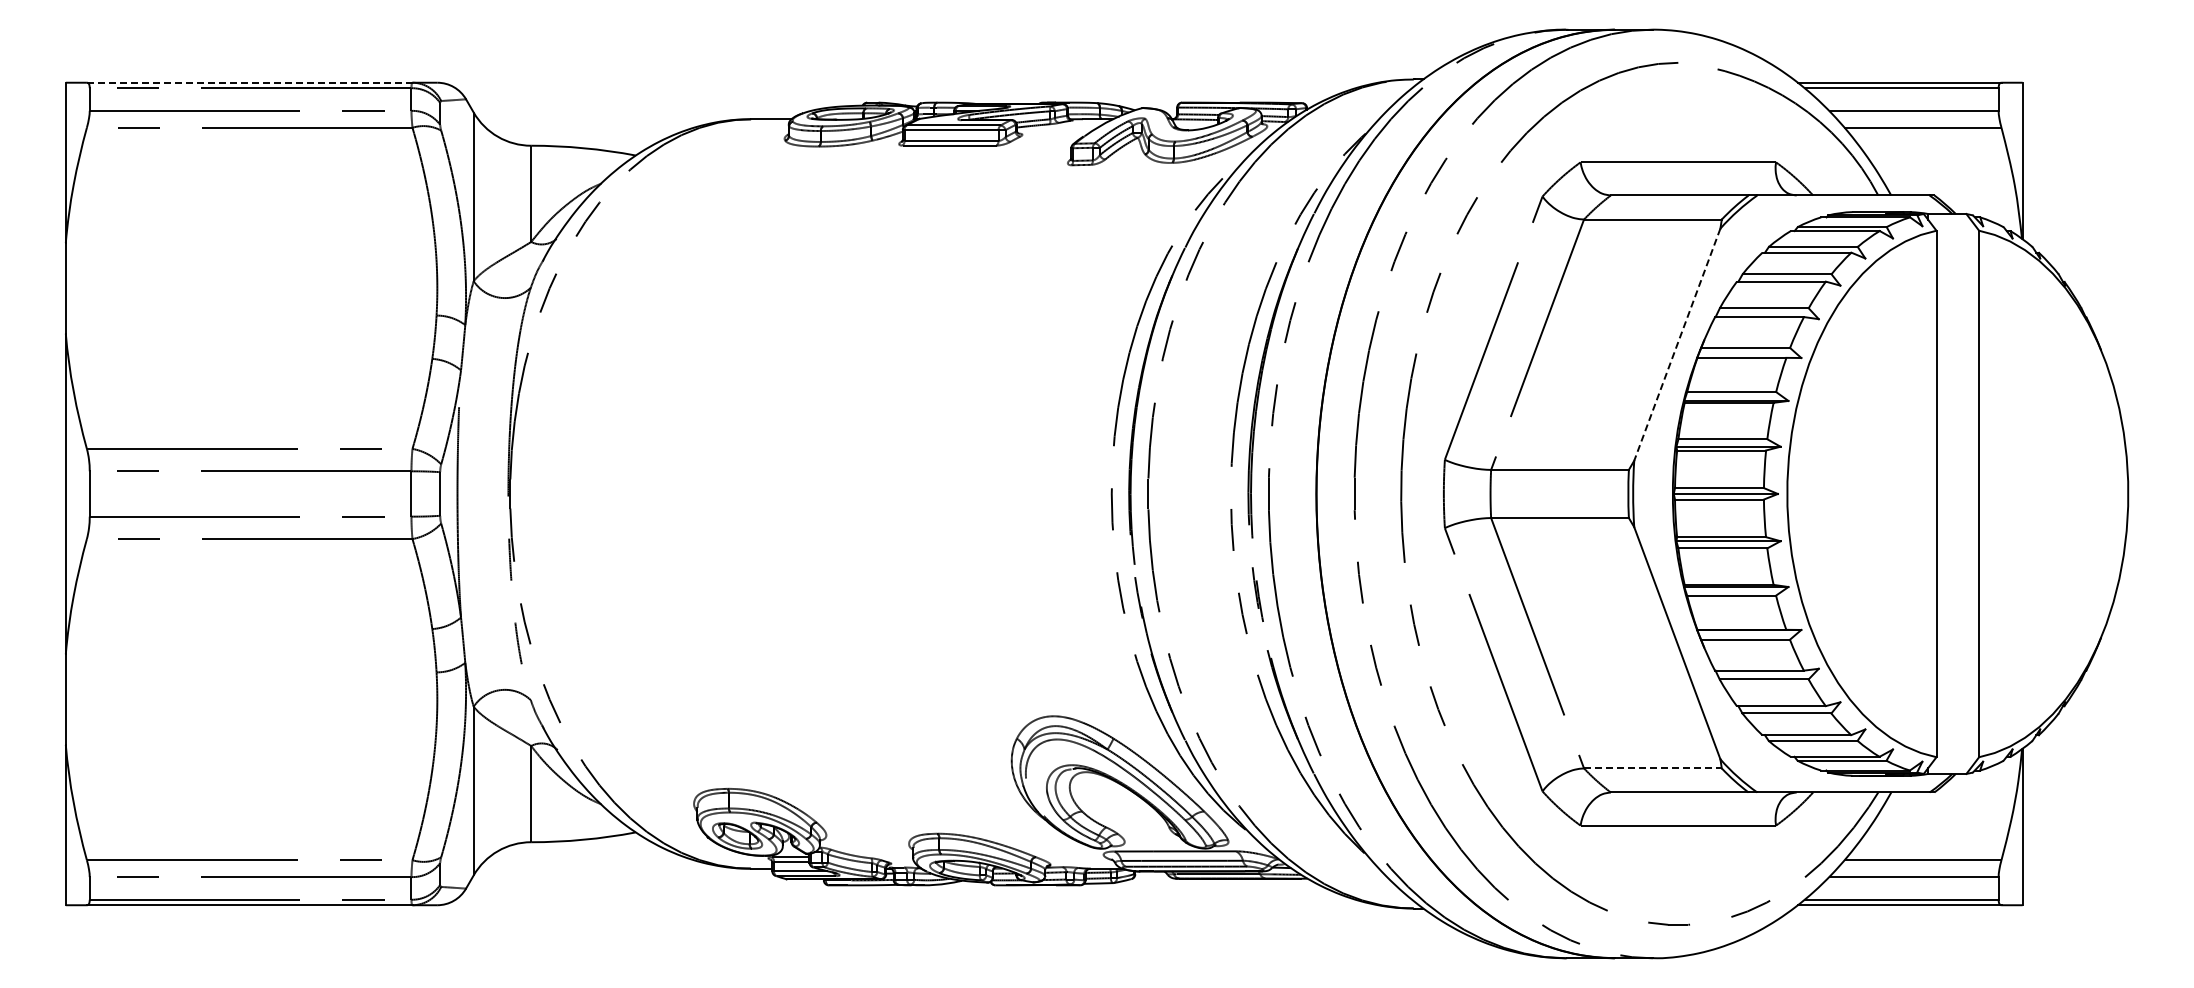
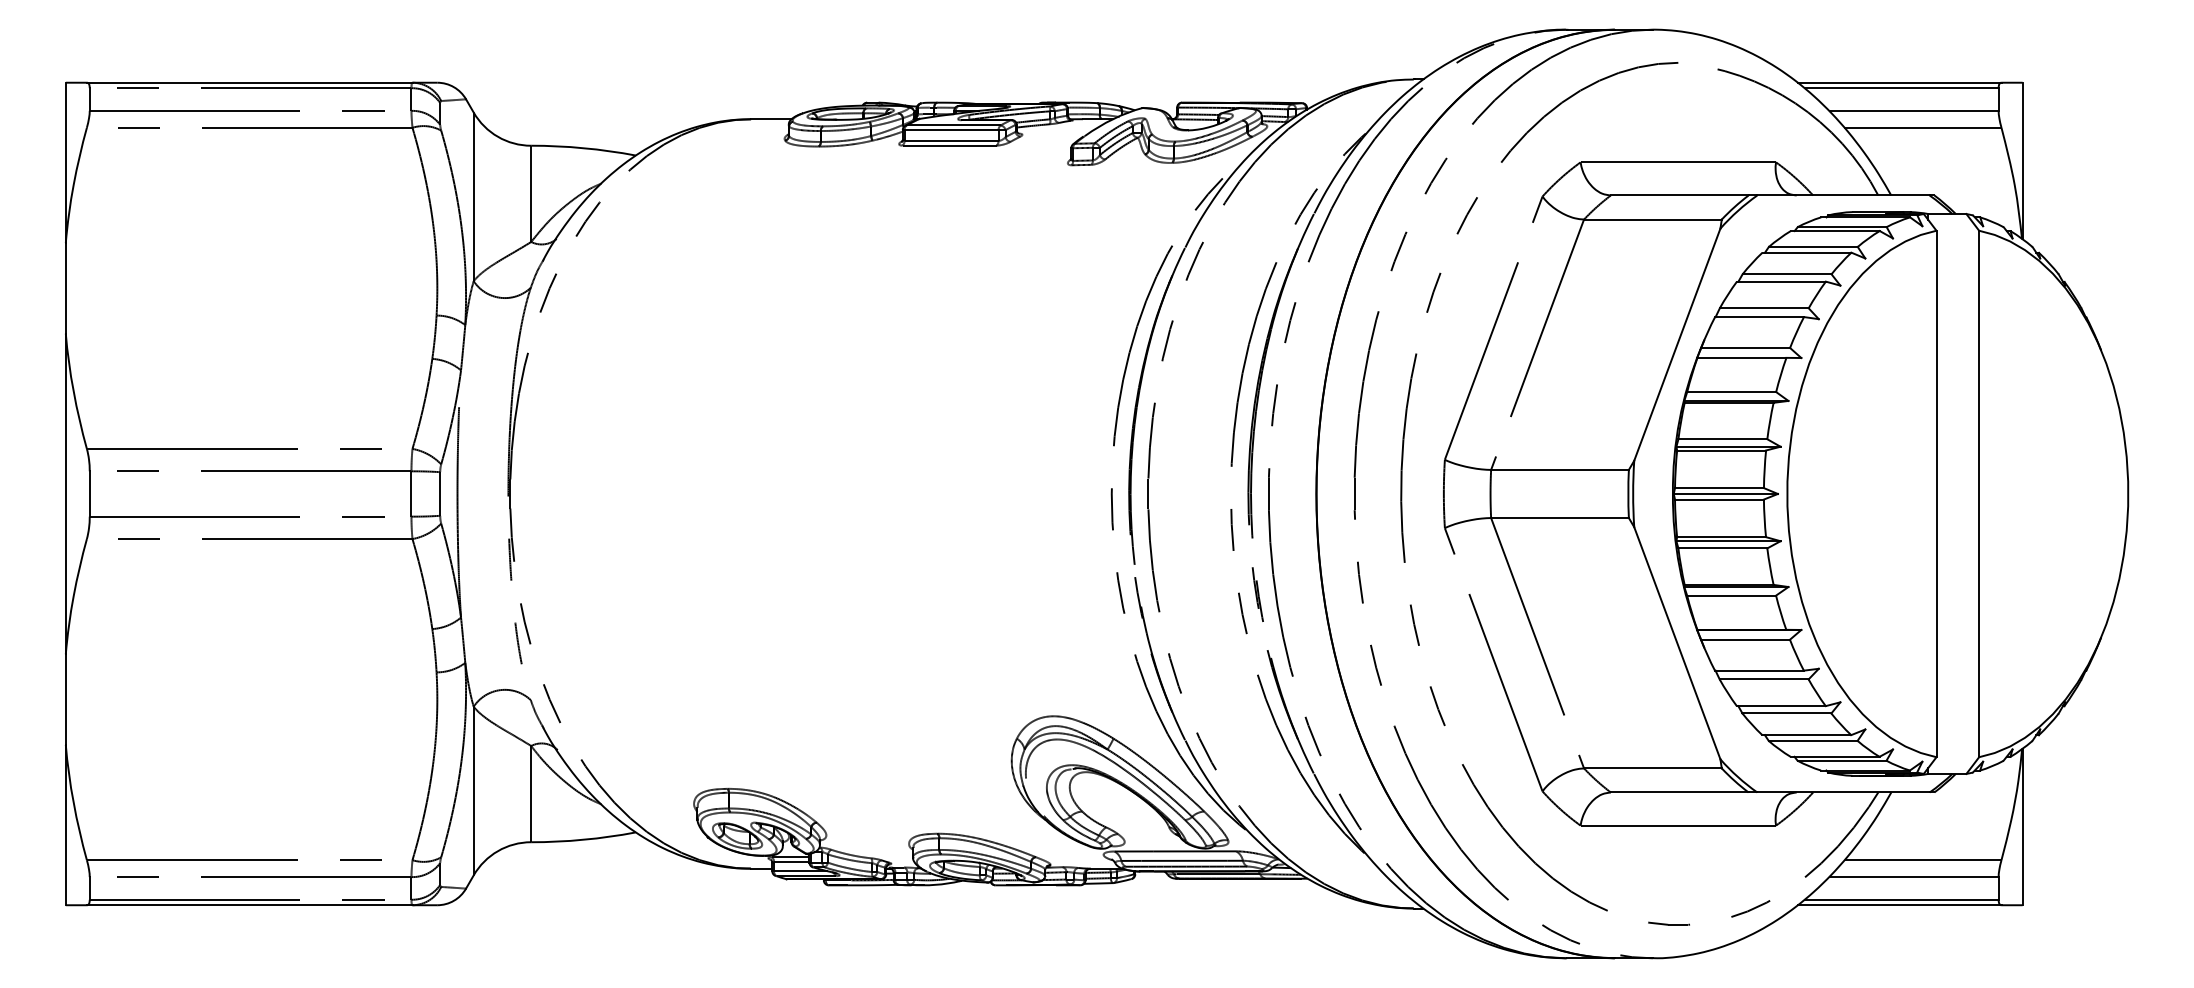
line at (249, 82): dashed -> solid
line at (1677, 344): dashed -> solid
line at (1652, 768): dashed -> solid
